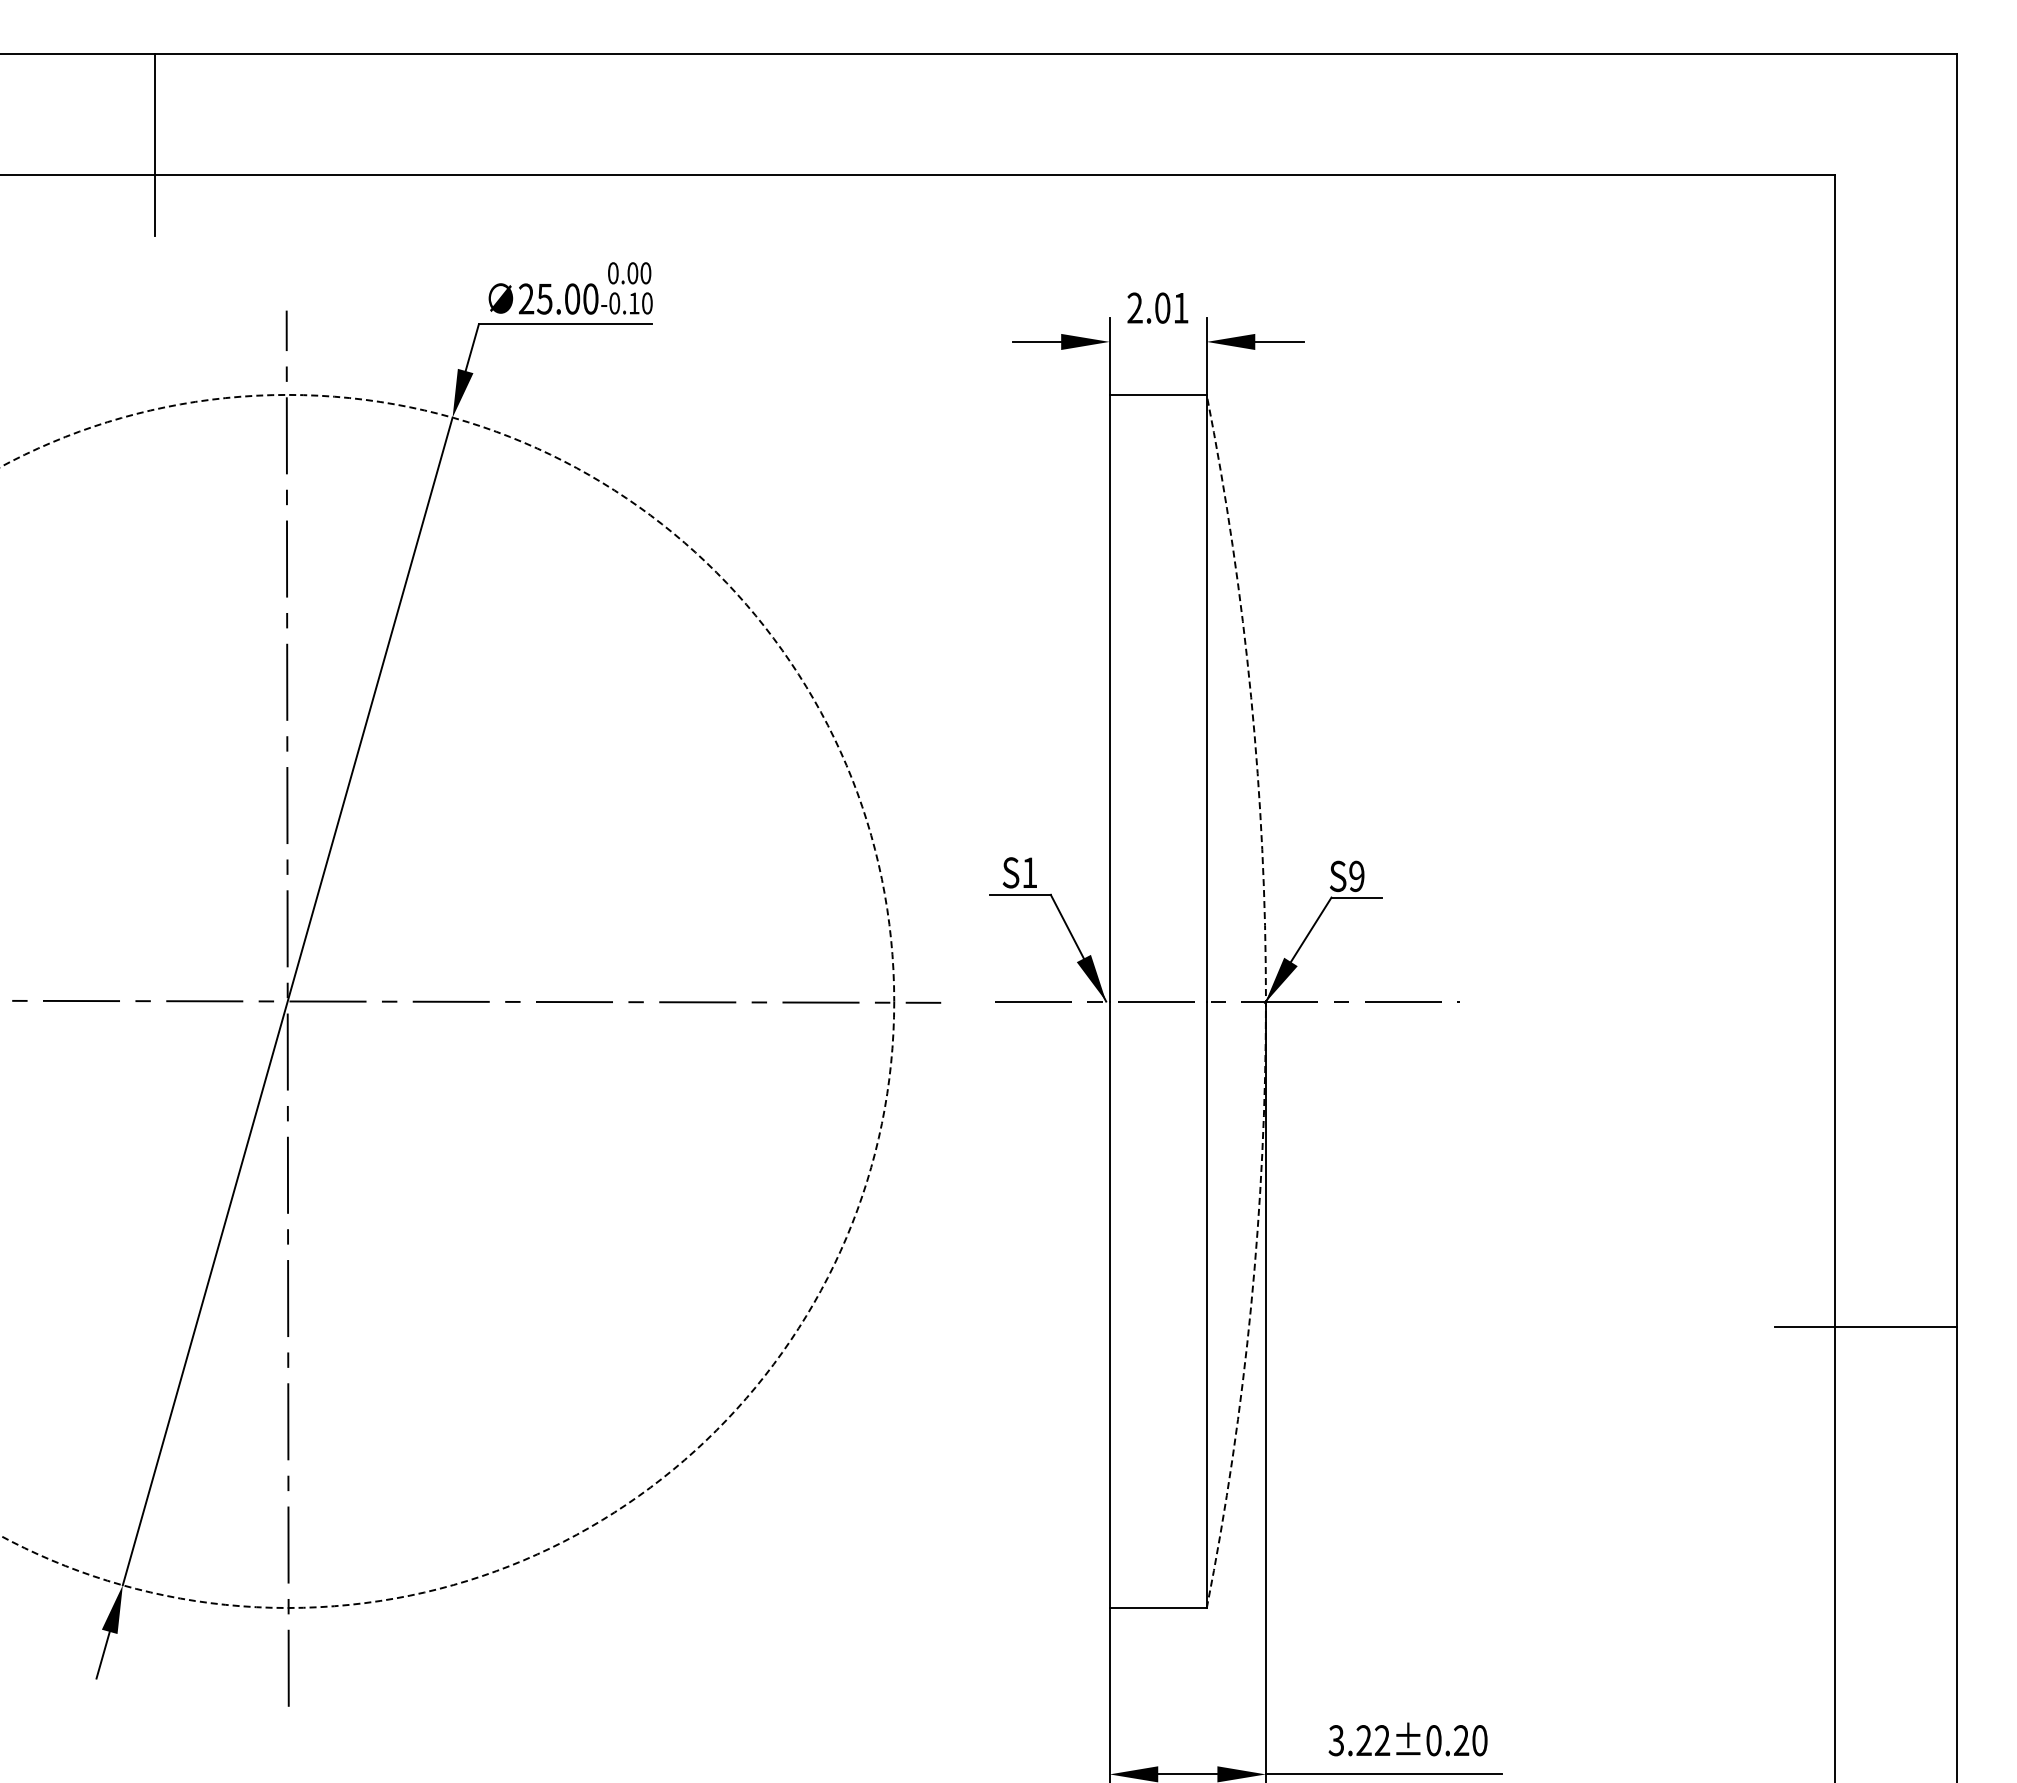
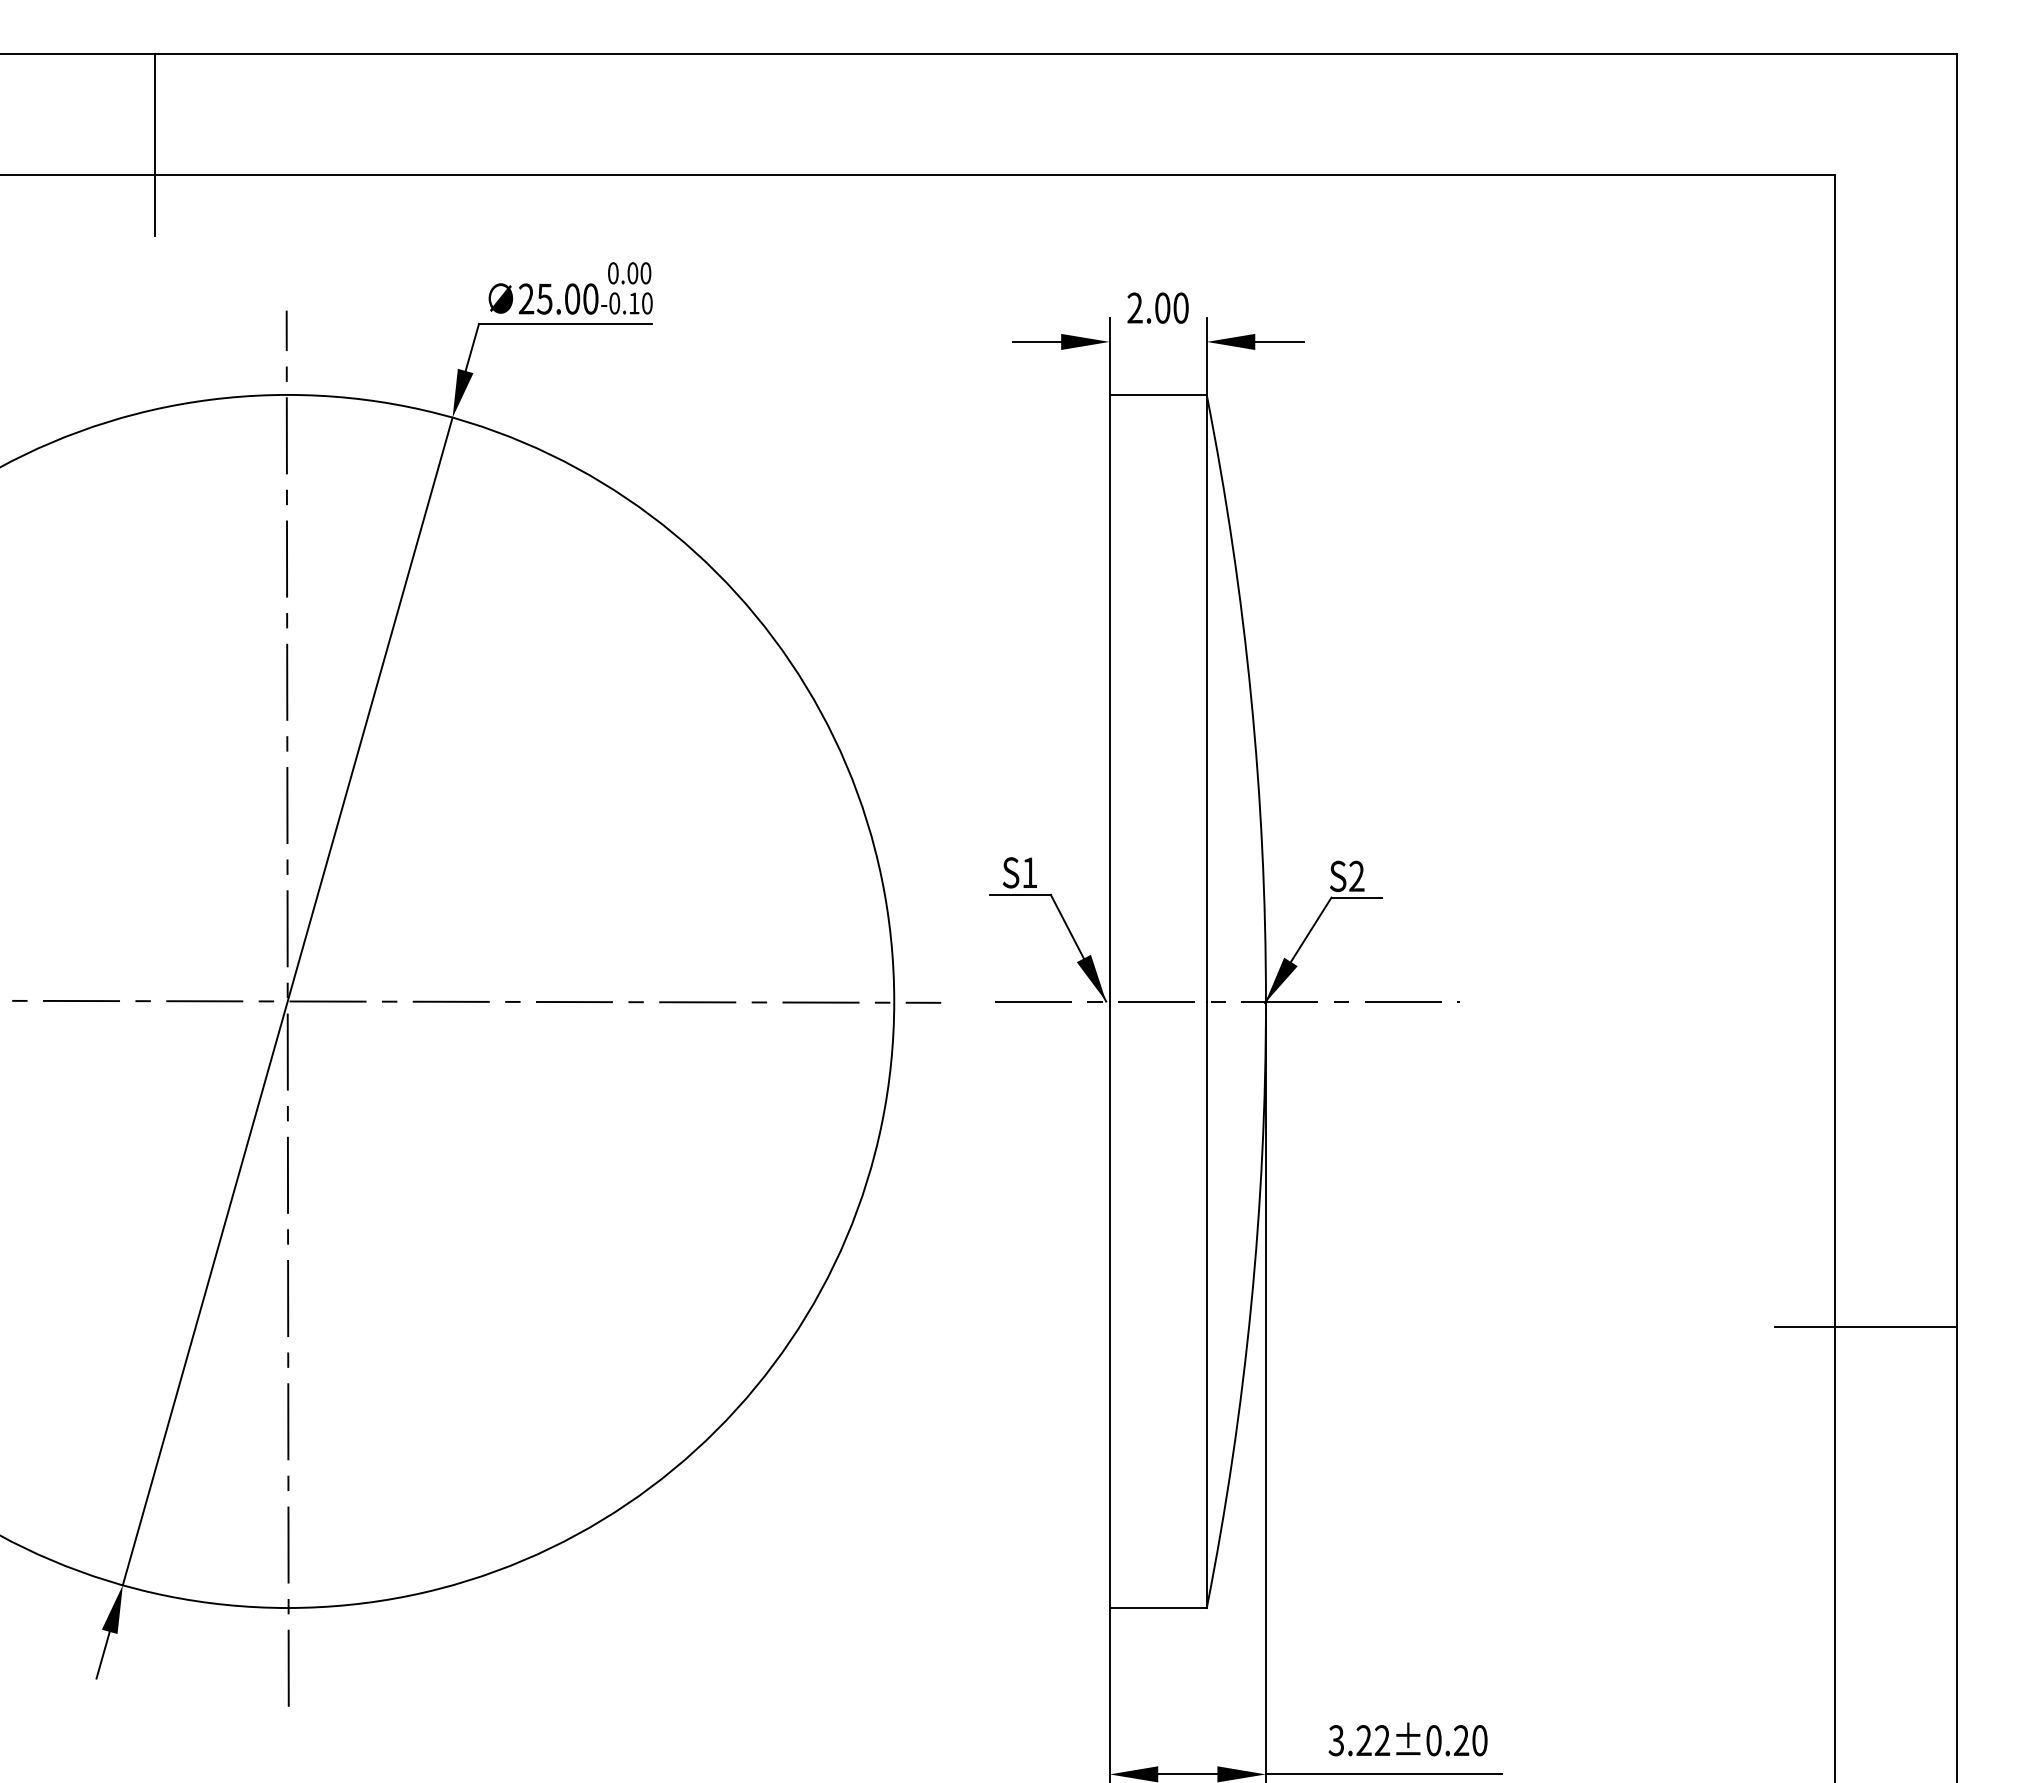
text at (1180, 307): 2.01 -> 2.00
text at (1356, 876): S9 -> S2
circle at (447, 1001): dashed -> solid
arc at (1265, 1001): dashed -> solid
